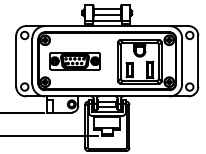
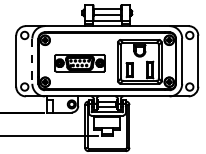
line at (32, 61): solid -> dashed
part at (74, 61) position: (74, 61) -> (79, 63)
